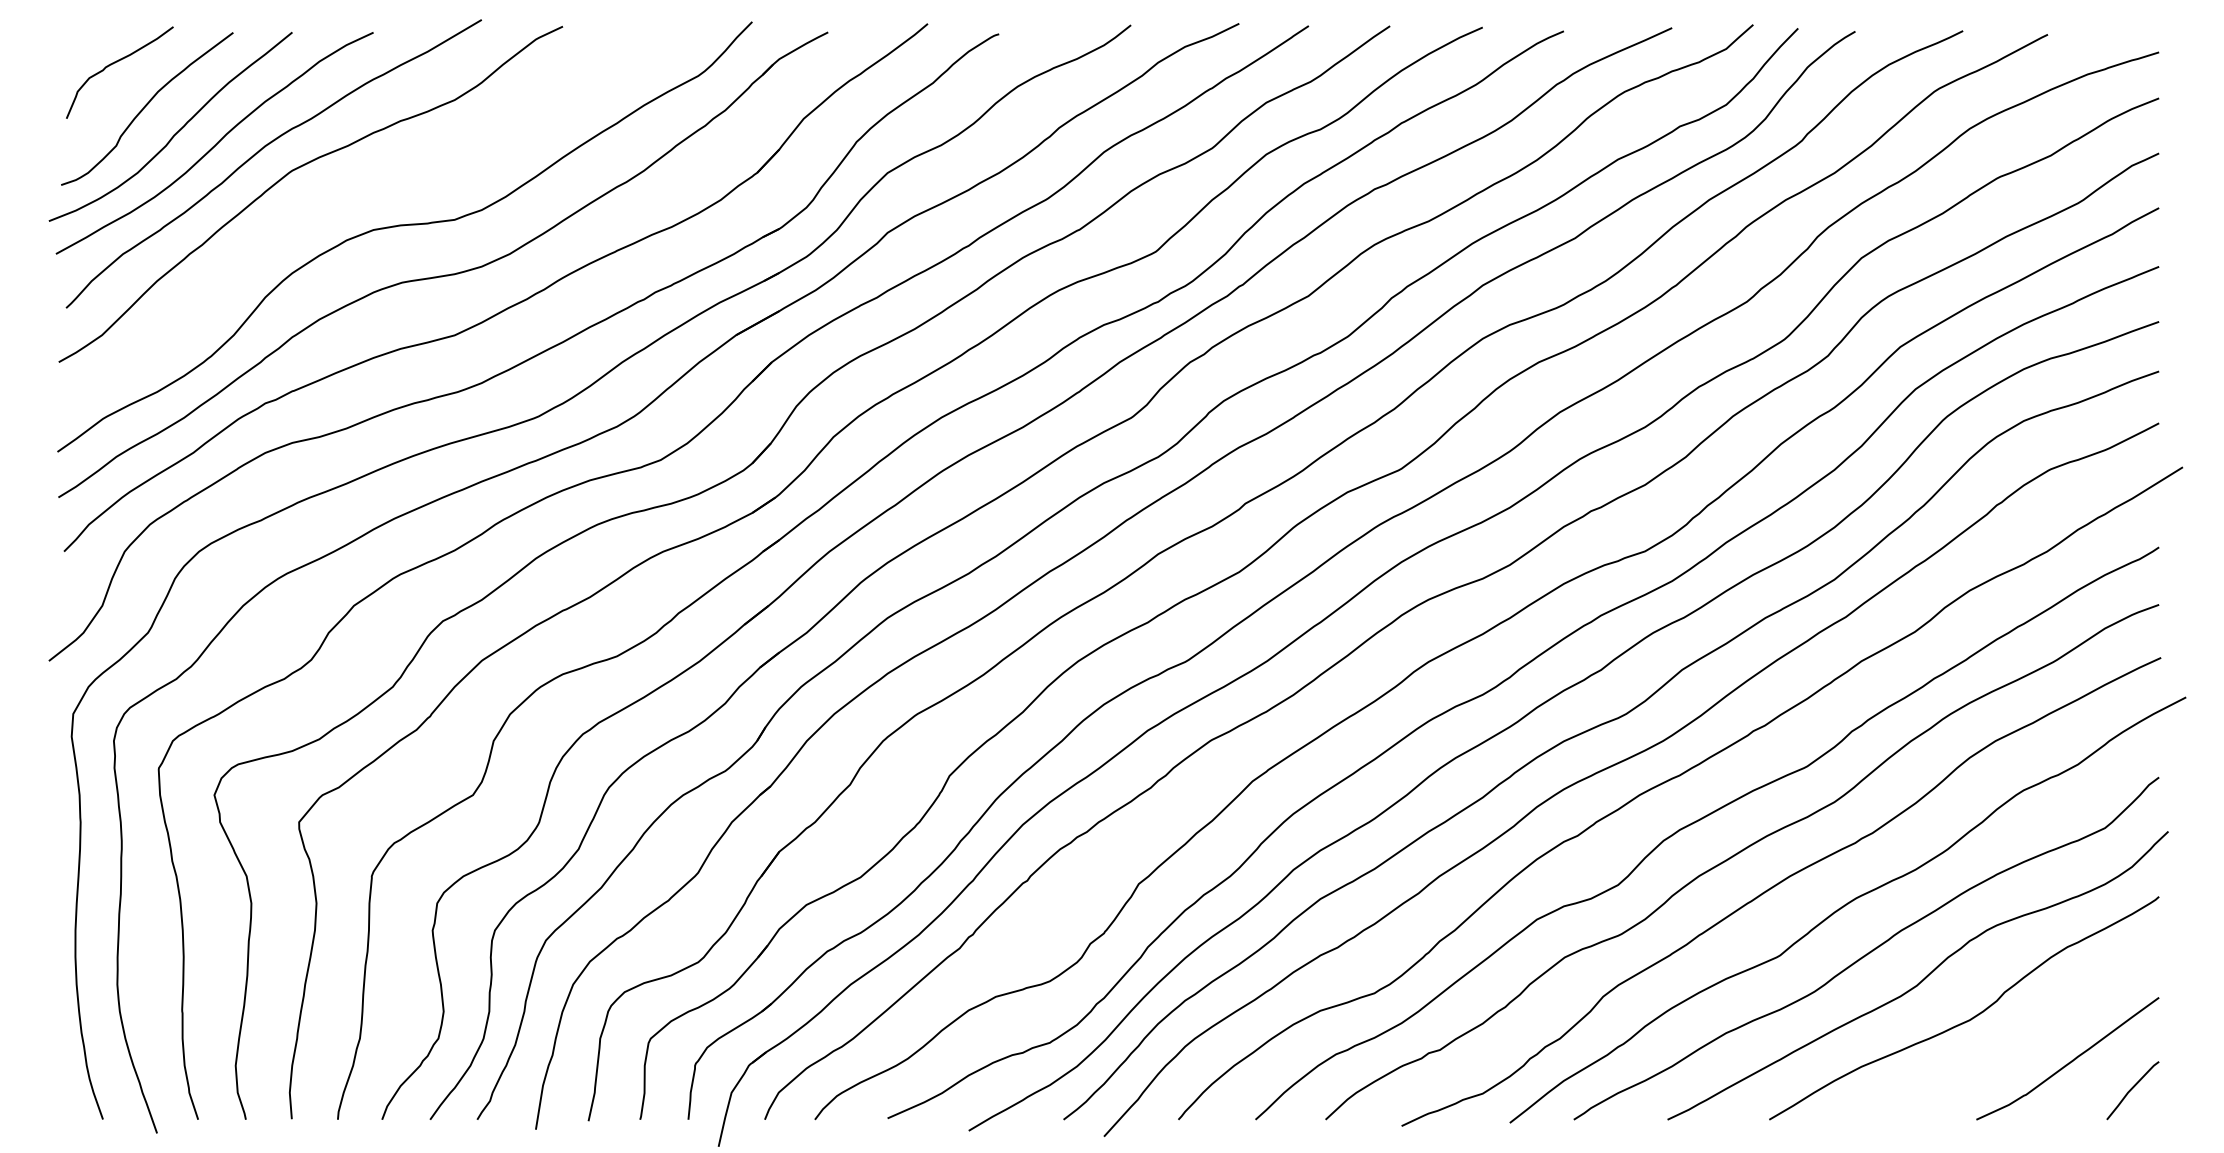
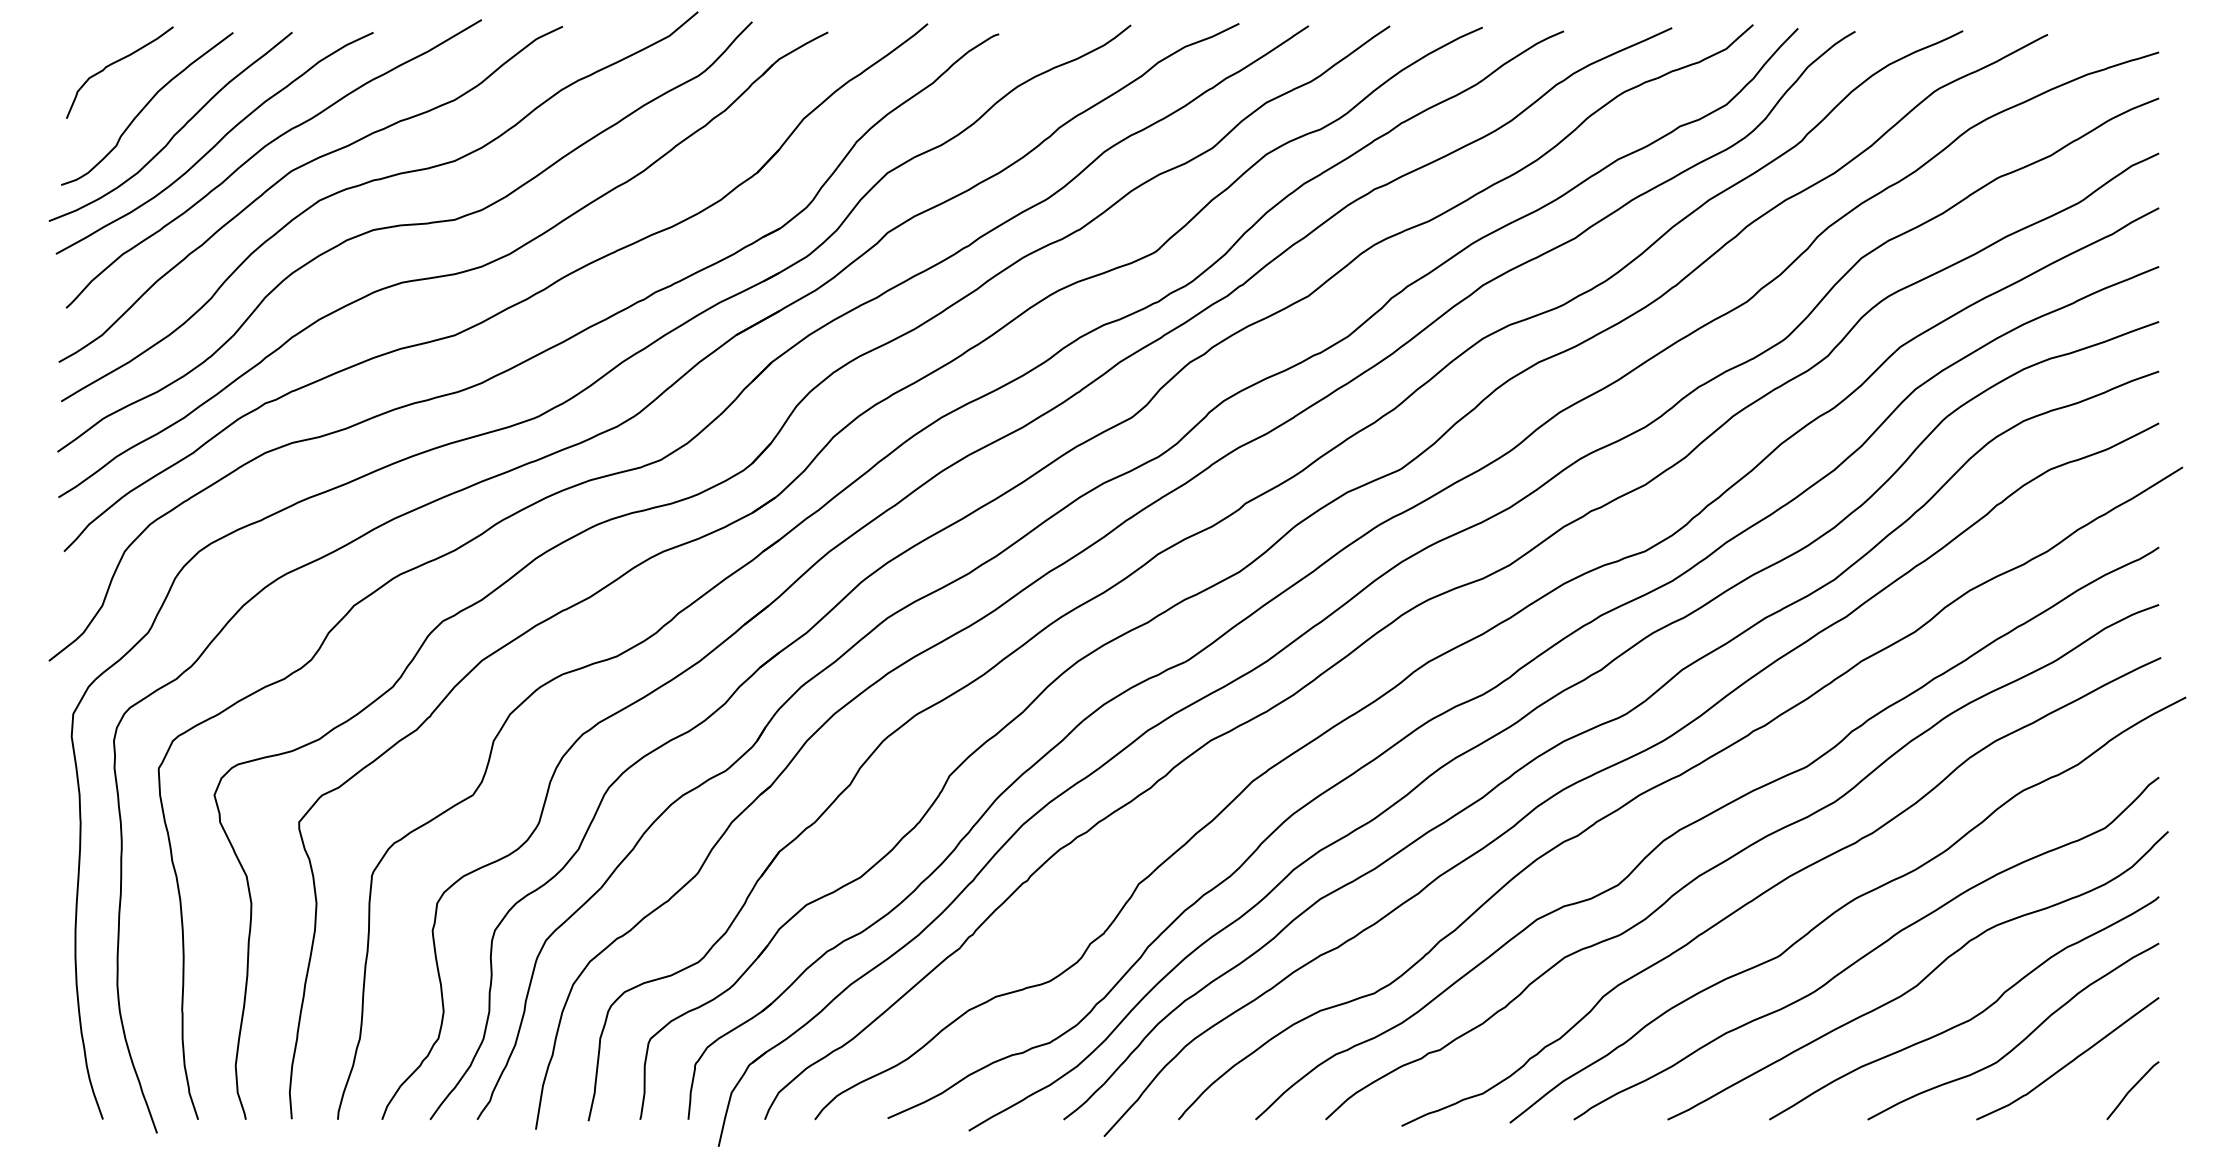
curve at (371, 182): none -> present
curve at (2021, 1040): none -> present
